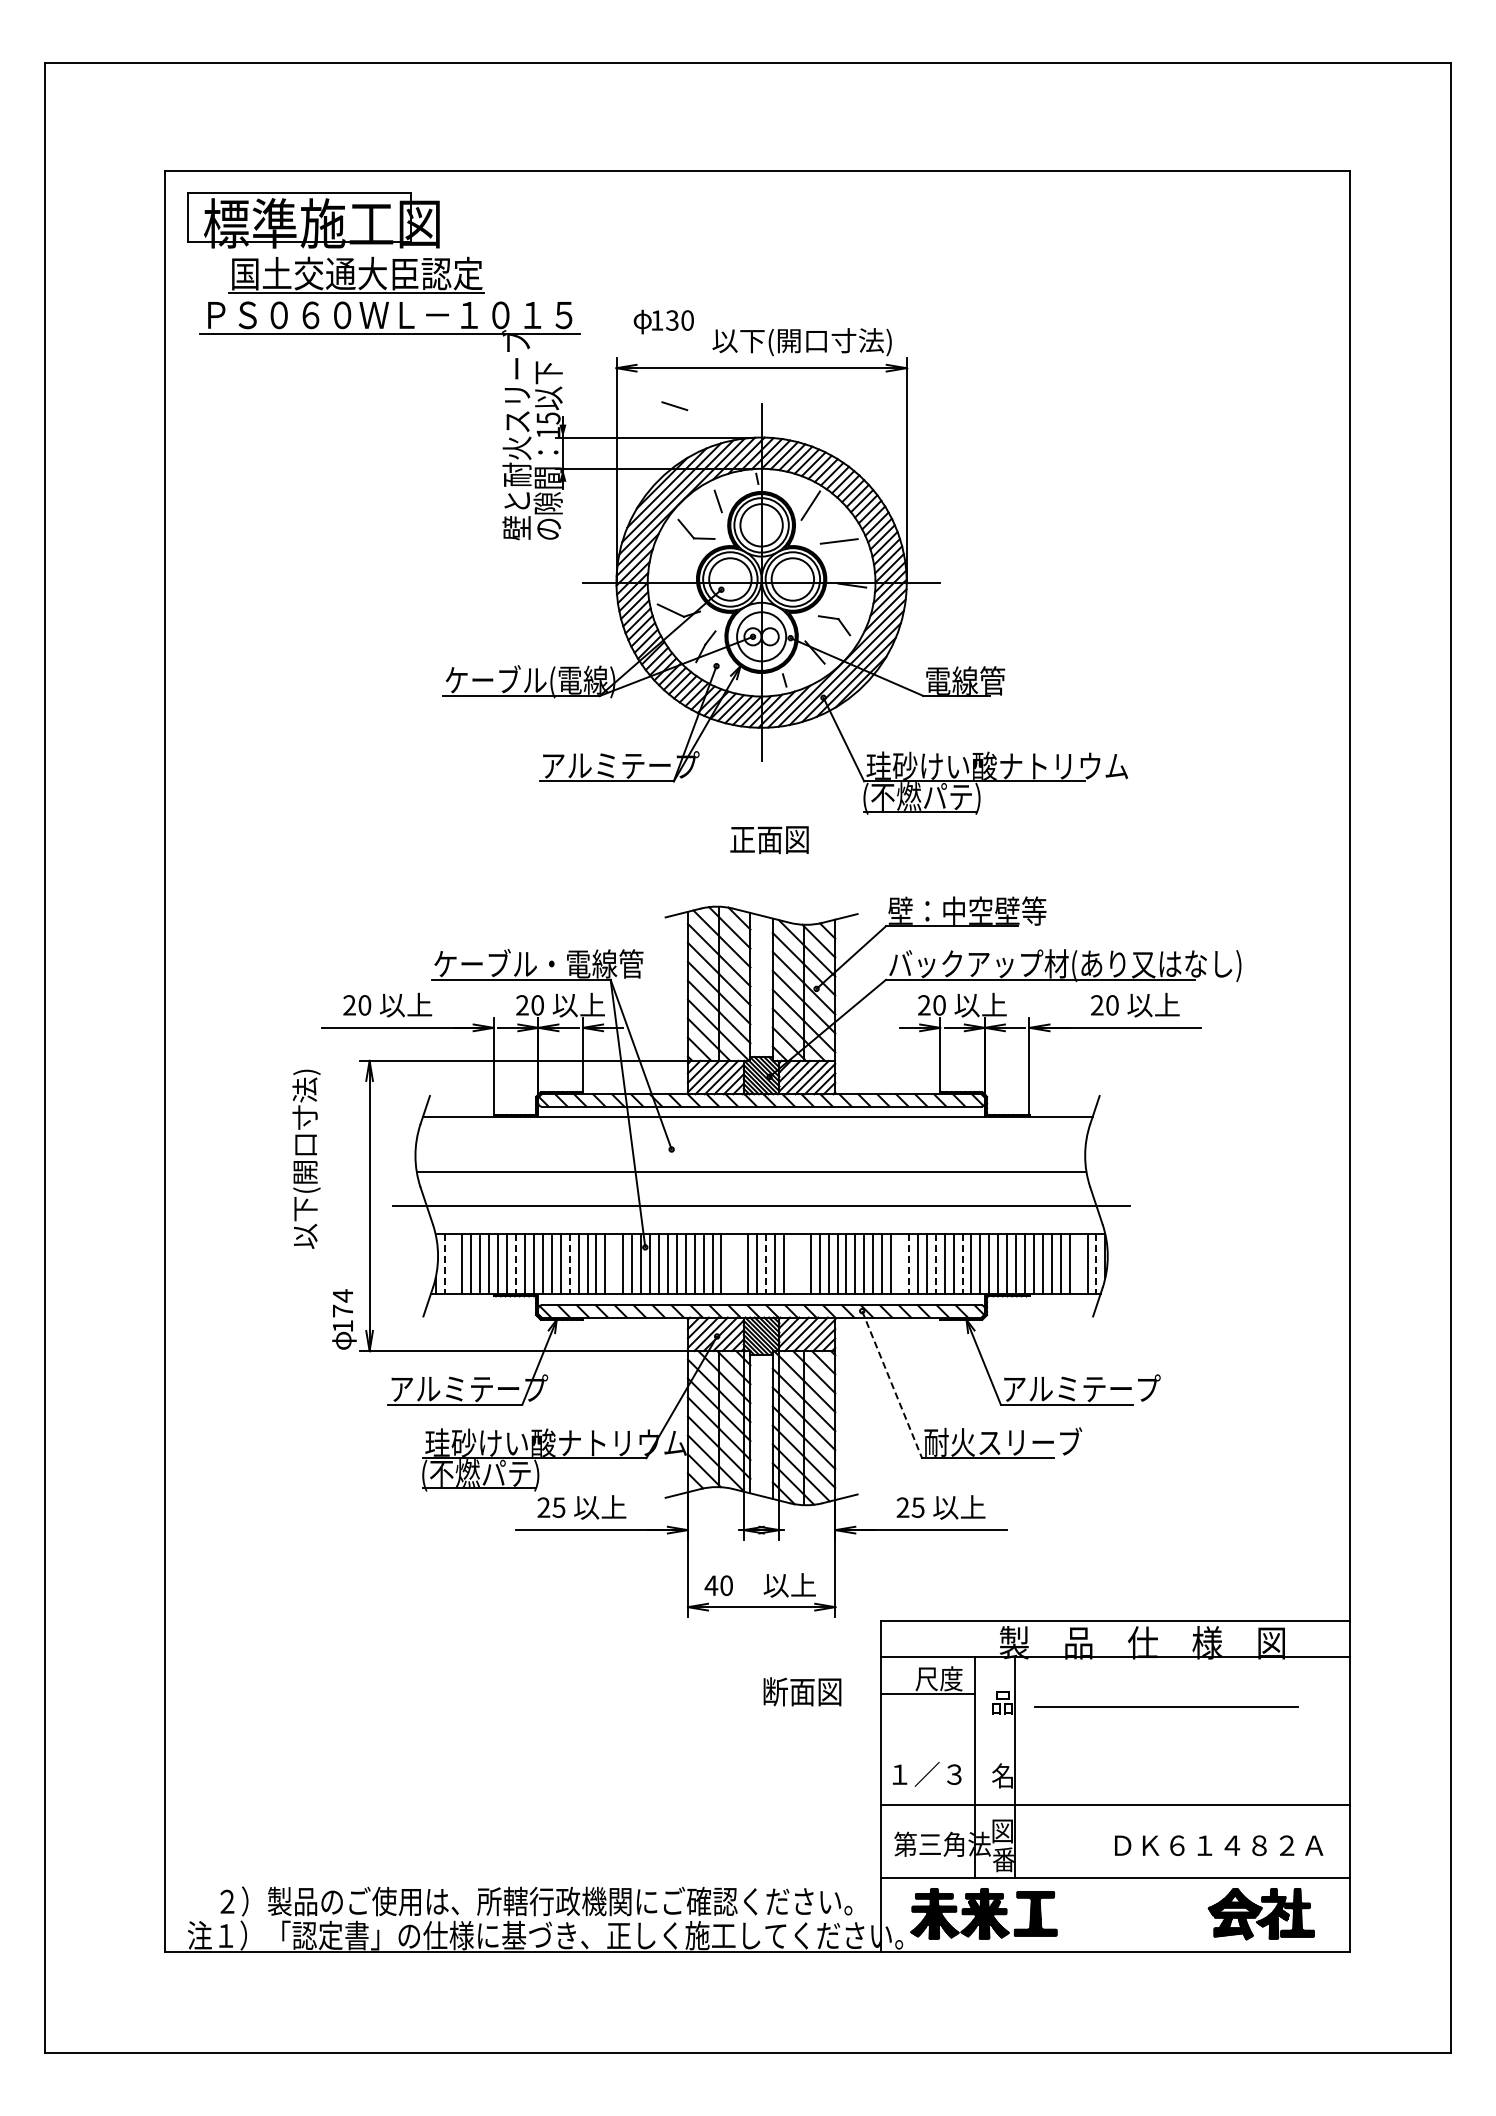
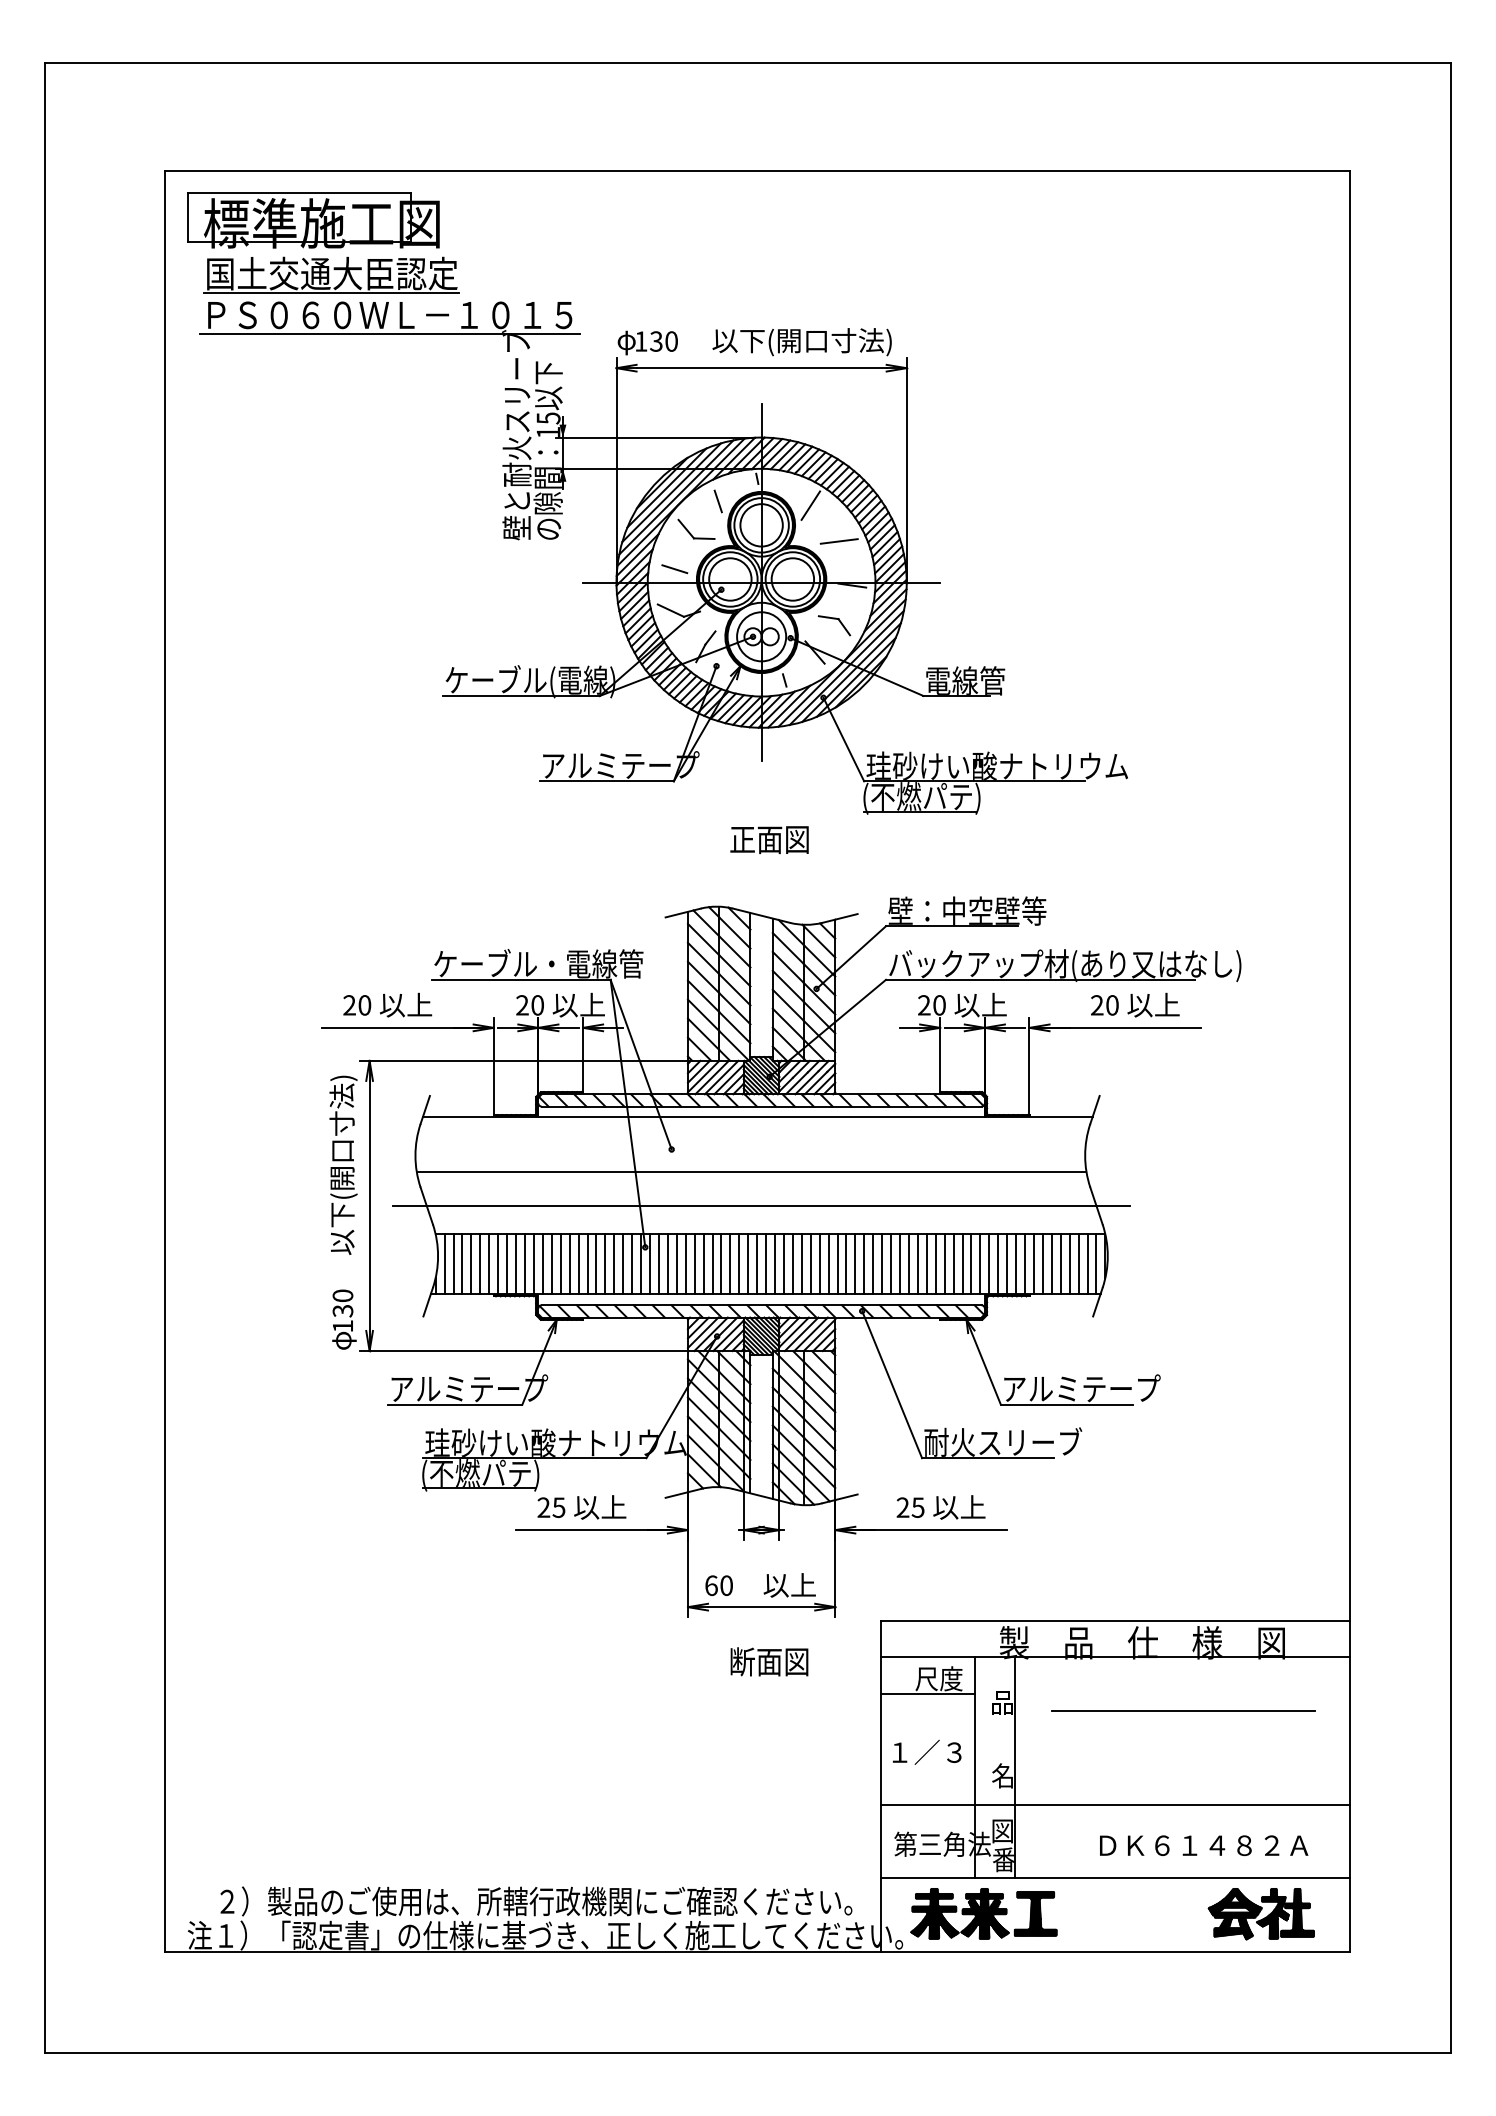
part at (356, 274) position: (356, 274) -> (331, 274)
text at (663, 321) position: (663, 321) -> (647, 342)
line at (674, 406) position: (674, 406) -> (674, 569)
text at (306, 1158) position: (306, 1158) -> (343, 1164)
line at (444, 1264): dashed -> solid
line at (453, 1264): none -> present
line at (516, 1264): dashed -> solid
line at (569, 1264): dashed -> solid
line at (614, 1264): none -> present
line at (730, 1264): none -> present
line at (739, 1264): none -> present
line at (766, 1264): dashed -> solid
line at (792, 1264): none -> present
line at (801, 1264): none -> present
line at (900, 1264): none -> present
line at (908, 1264): dashed -> solid
line at (935, 1264): dashed -> solid
line at (962, 1264): dashed -> solid
line at (1078, 1264): none -> present
line at (1096, 1264): dashed -> solid
text at (342, 1303): 174 -> 130
line at (892, 1385): dashed -> solid
text at (711, 1585): 40 -> 60
text at (802, 1691) position: (802, 1691) -> (769, 1661)
line at (1166, 1706) position: (1166, 1706) -> (1183, 1710)
text at (927, 1773) position: (927, 1773) -> (927, 1751)
text at (1219, 1845) position: (1219, 1845) -> (1204, 1845)
